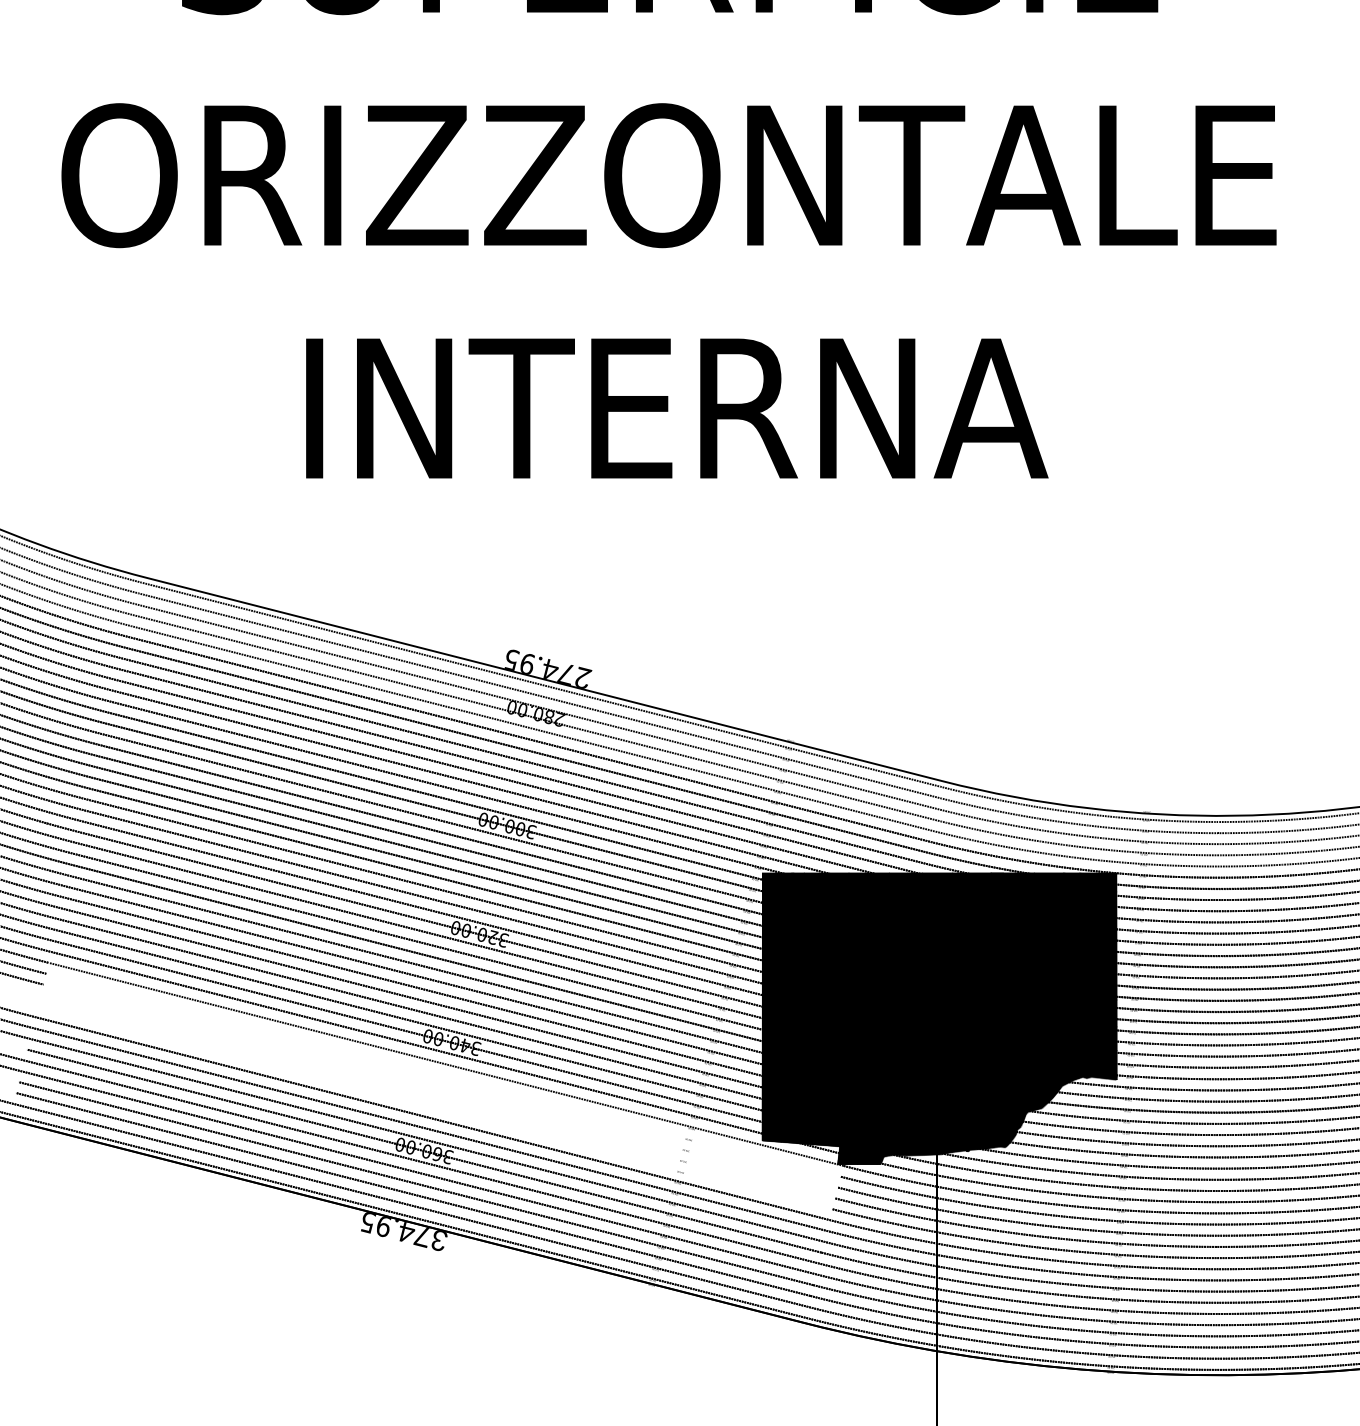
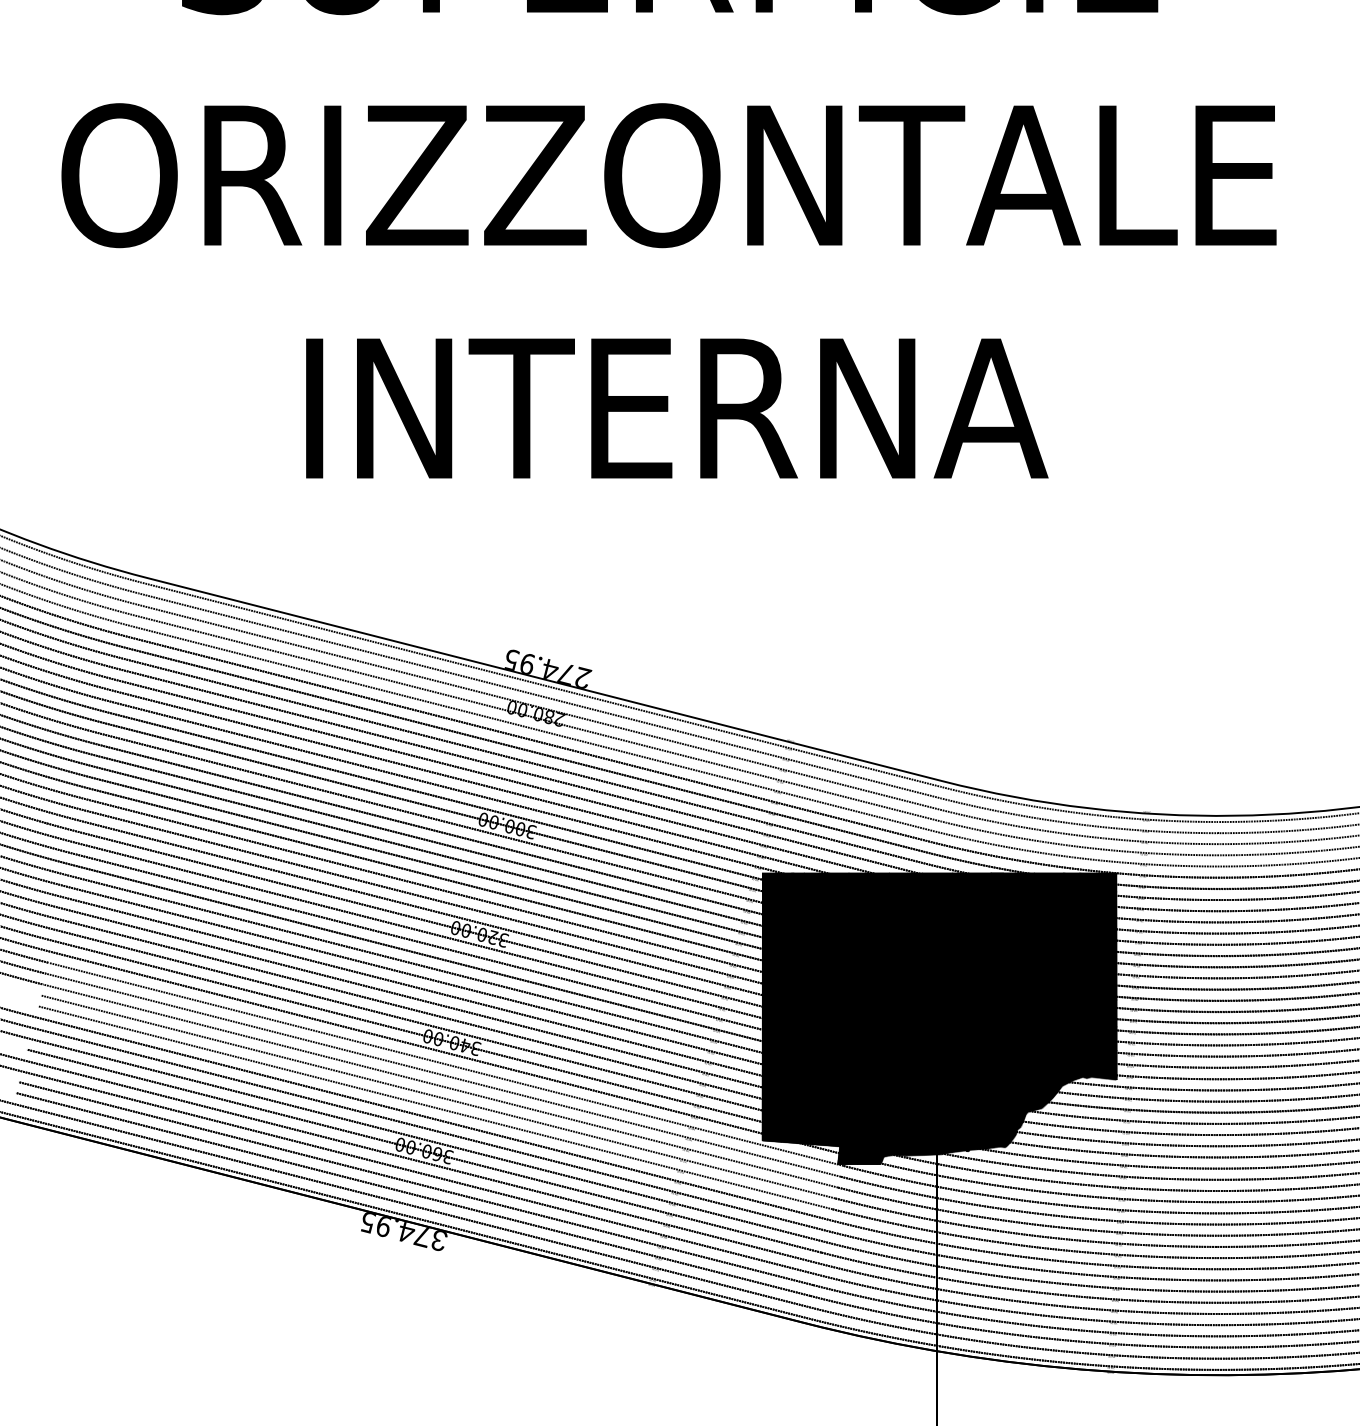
line at (443, 1074): none -> present
line at (440, 1085): none -> present
line at (437, 1096): none -> present
line at (435, 1107): none -> present
